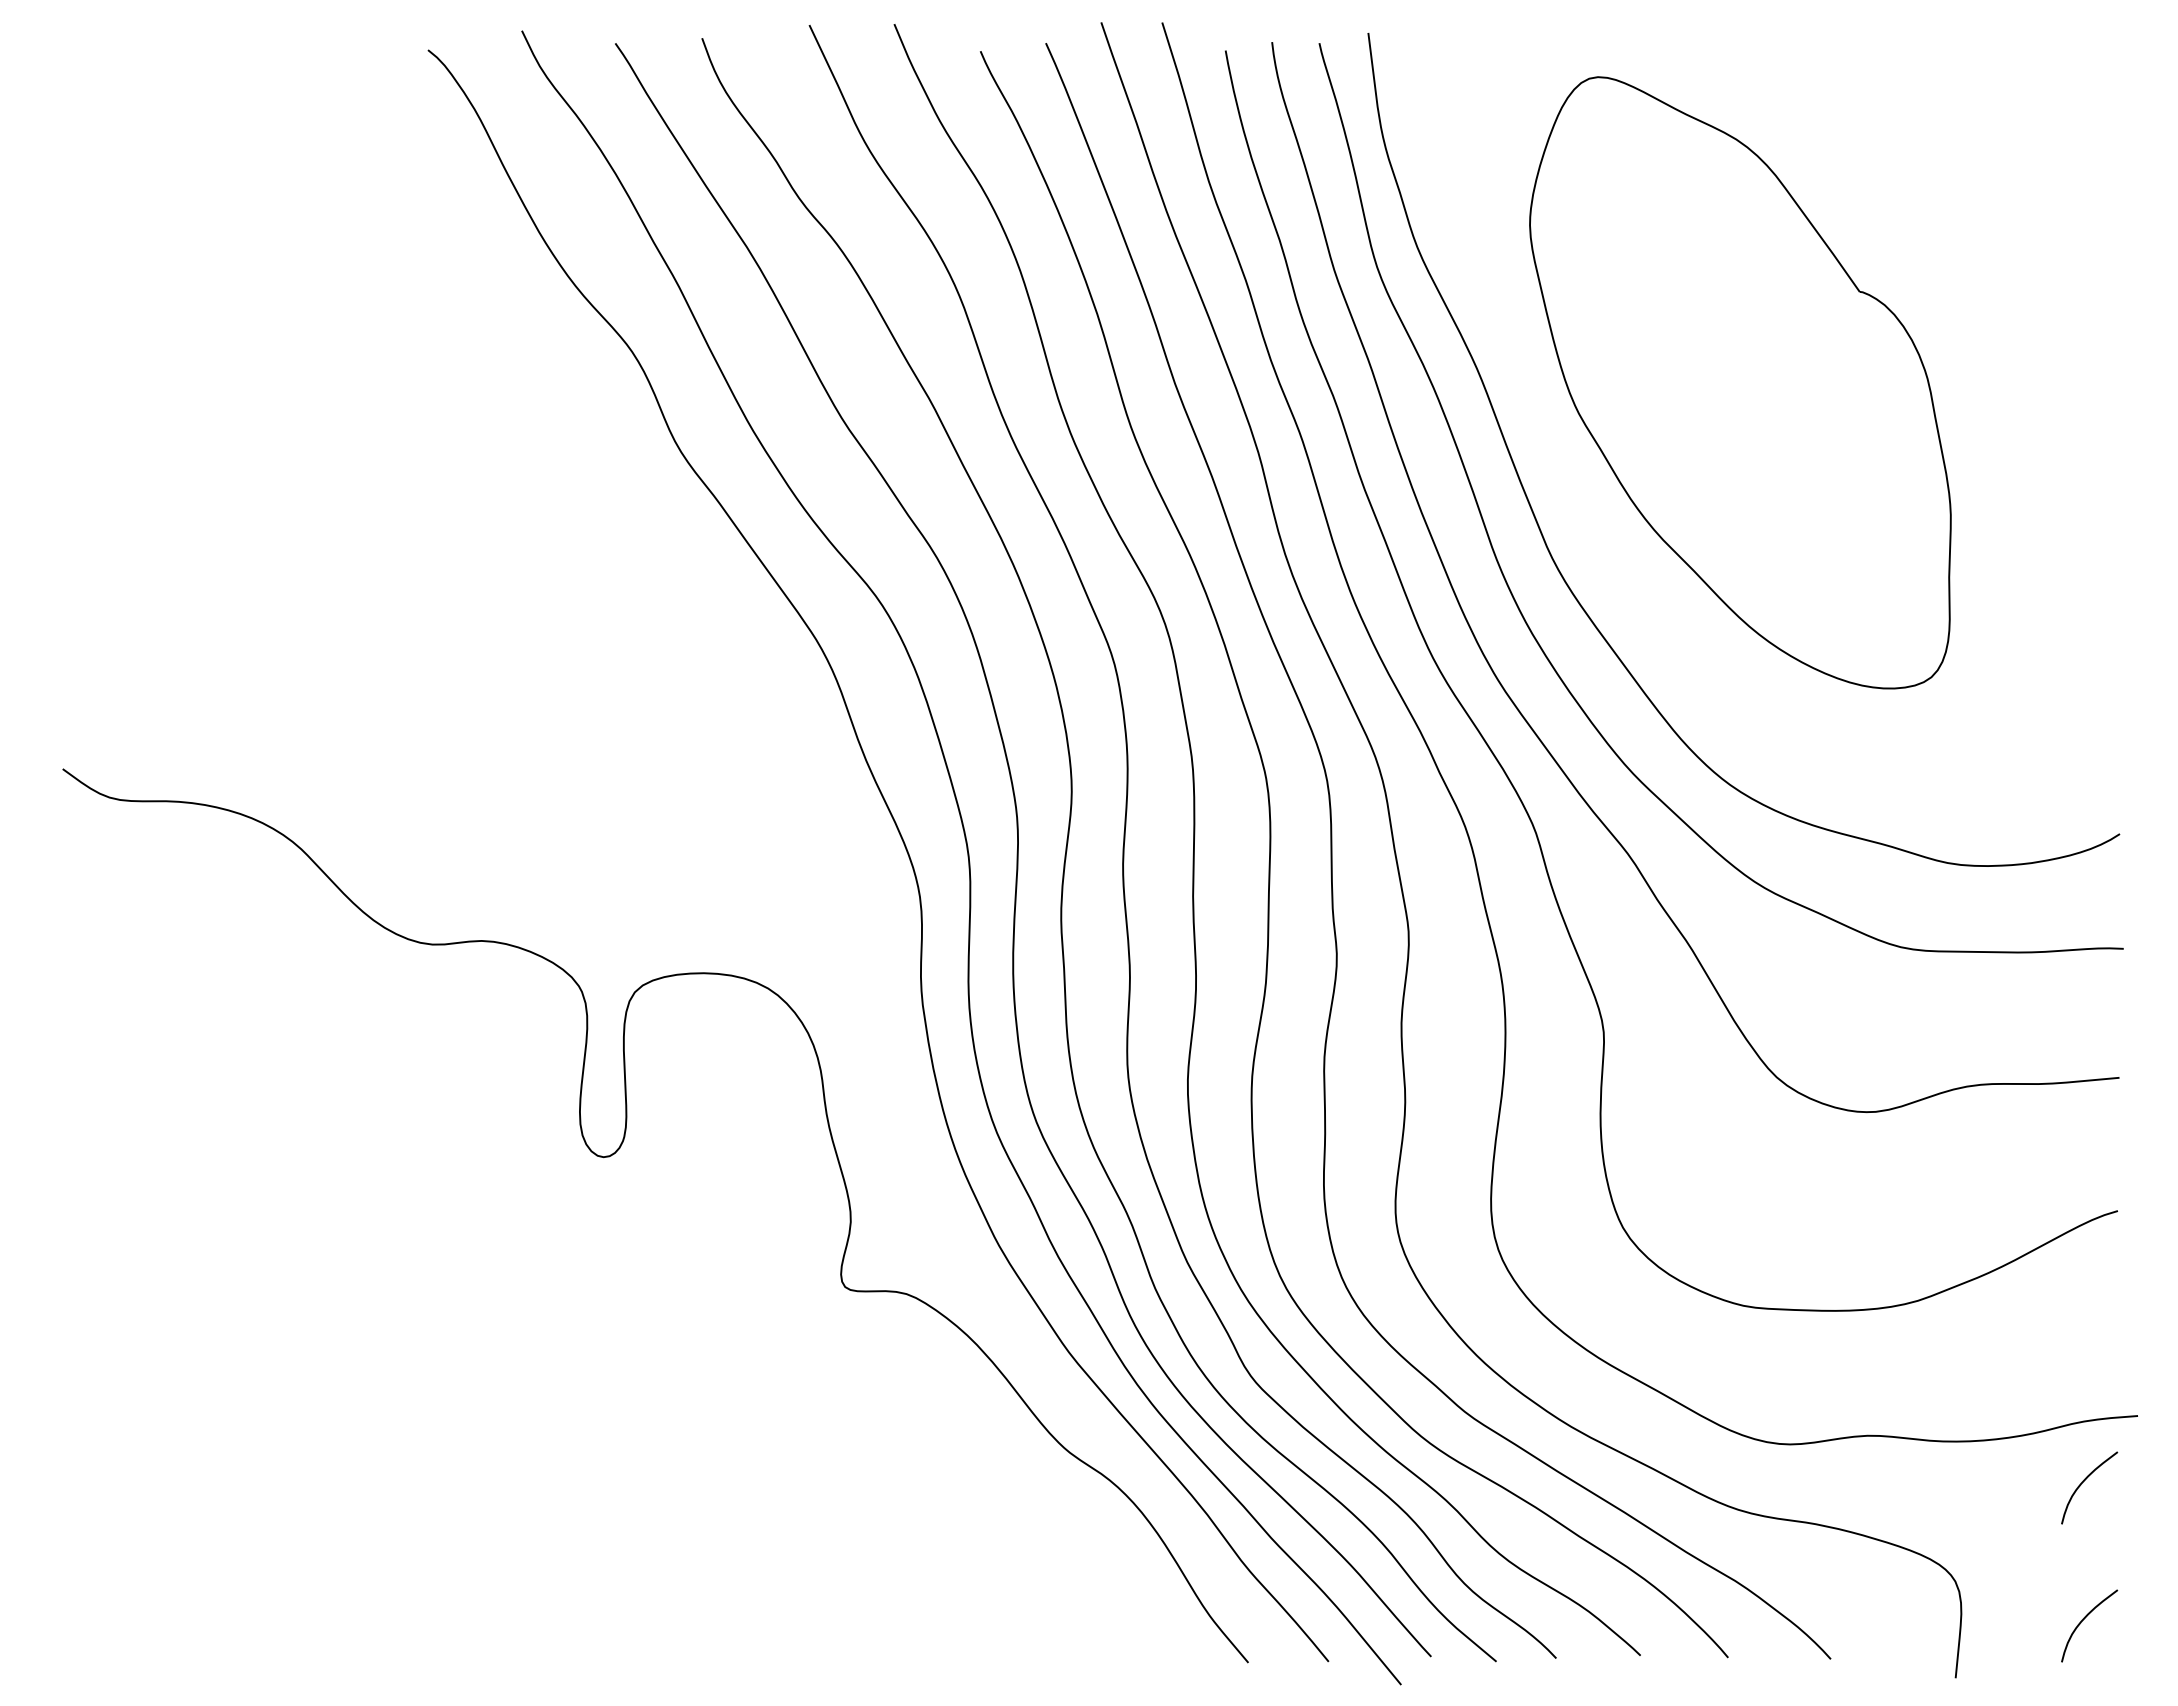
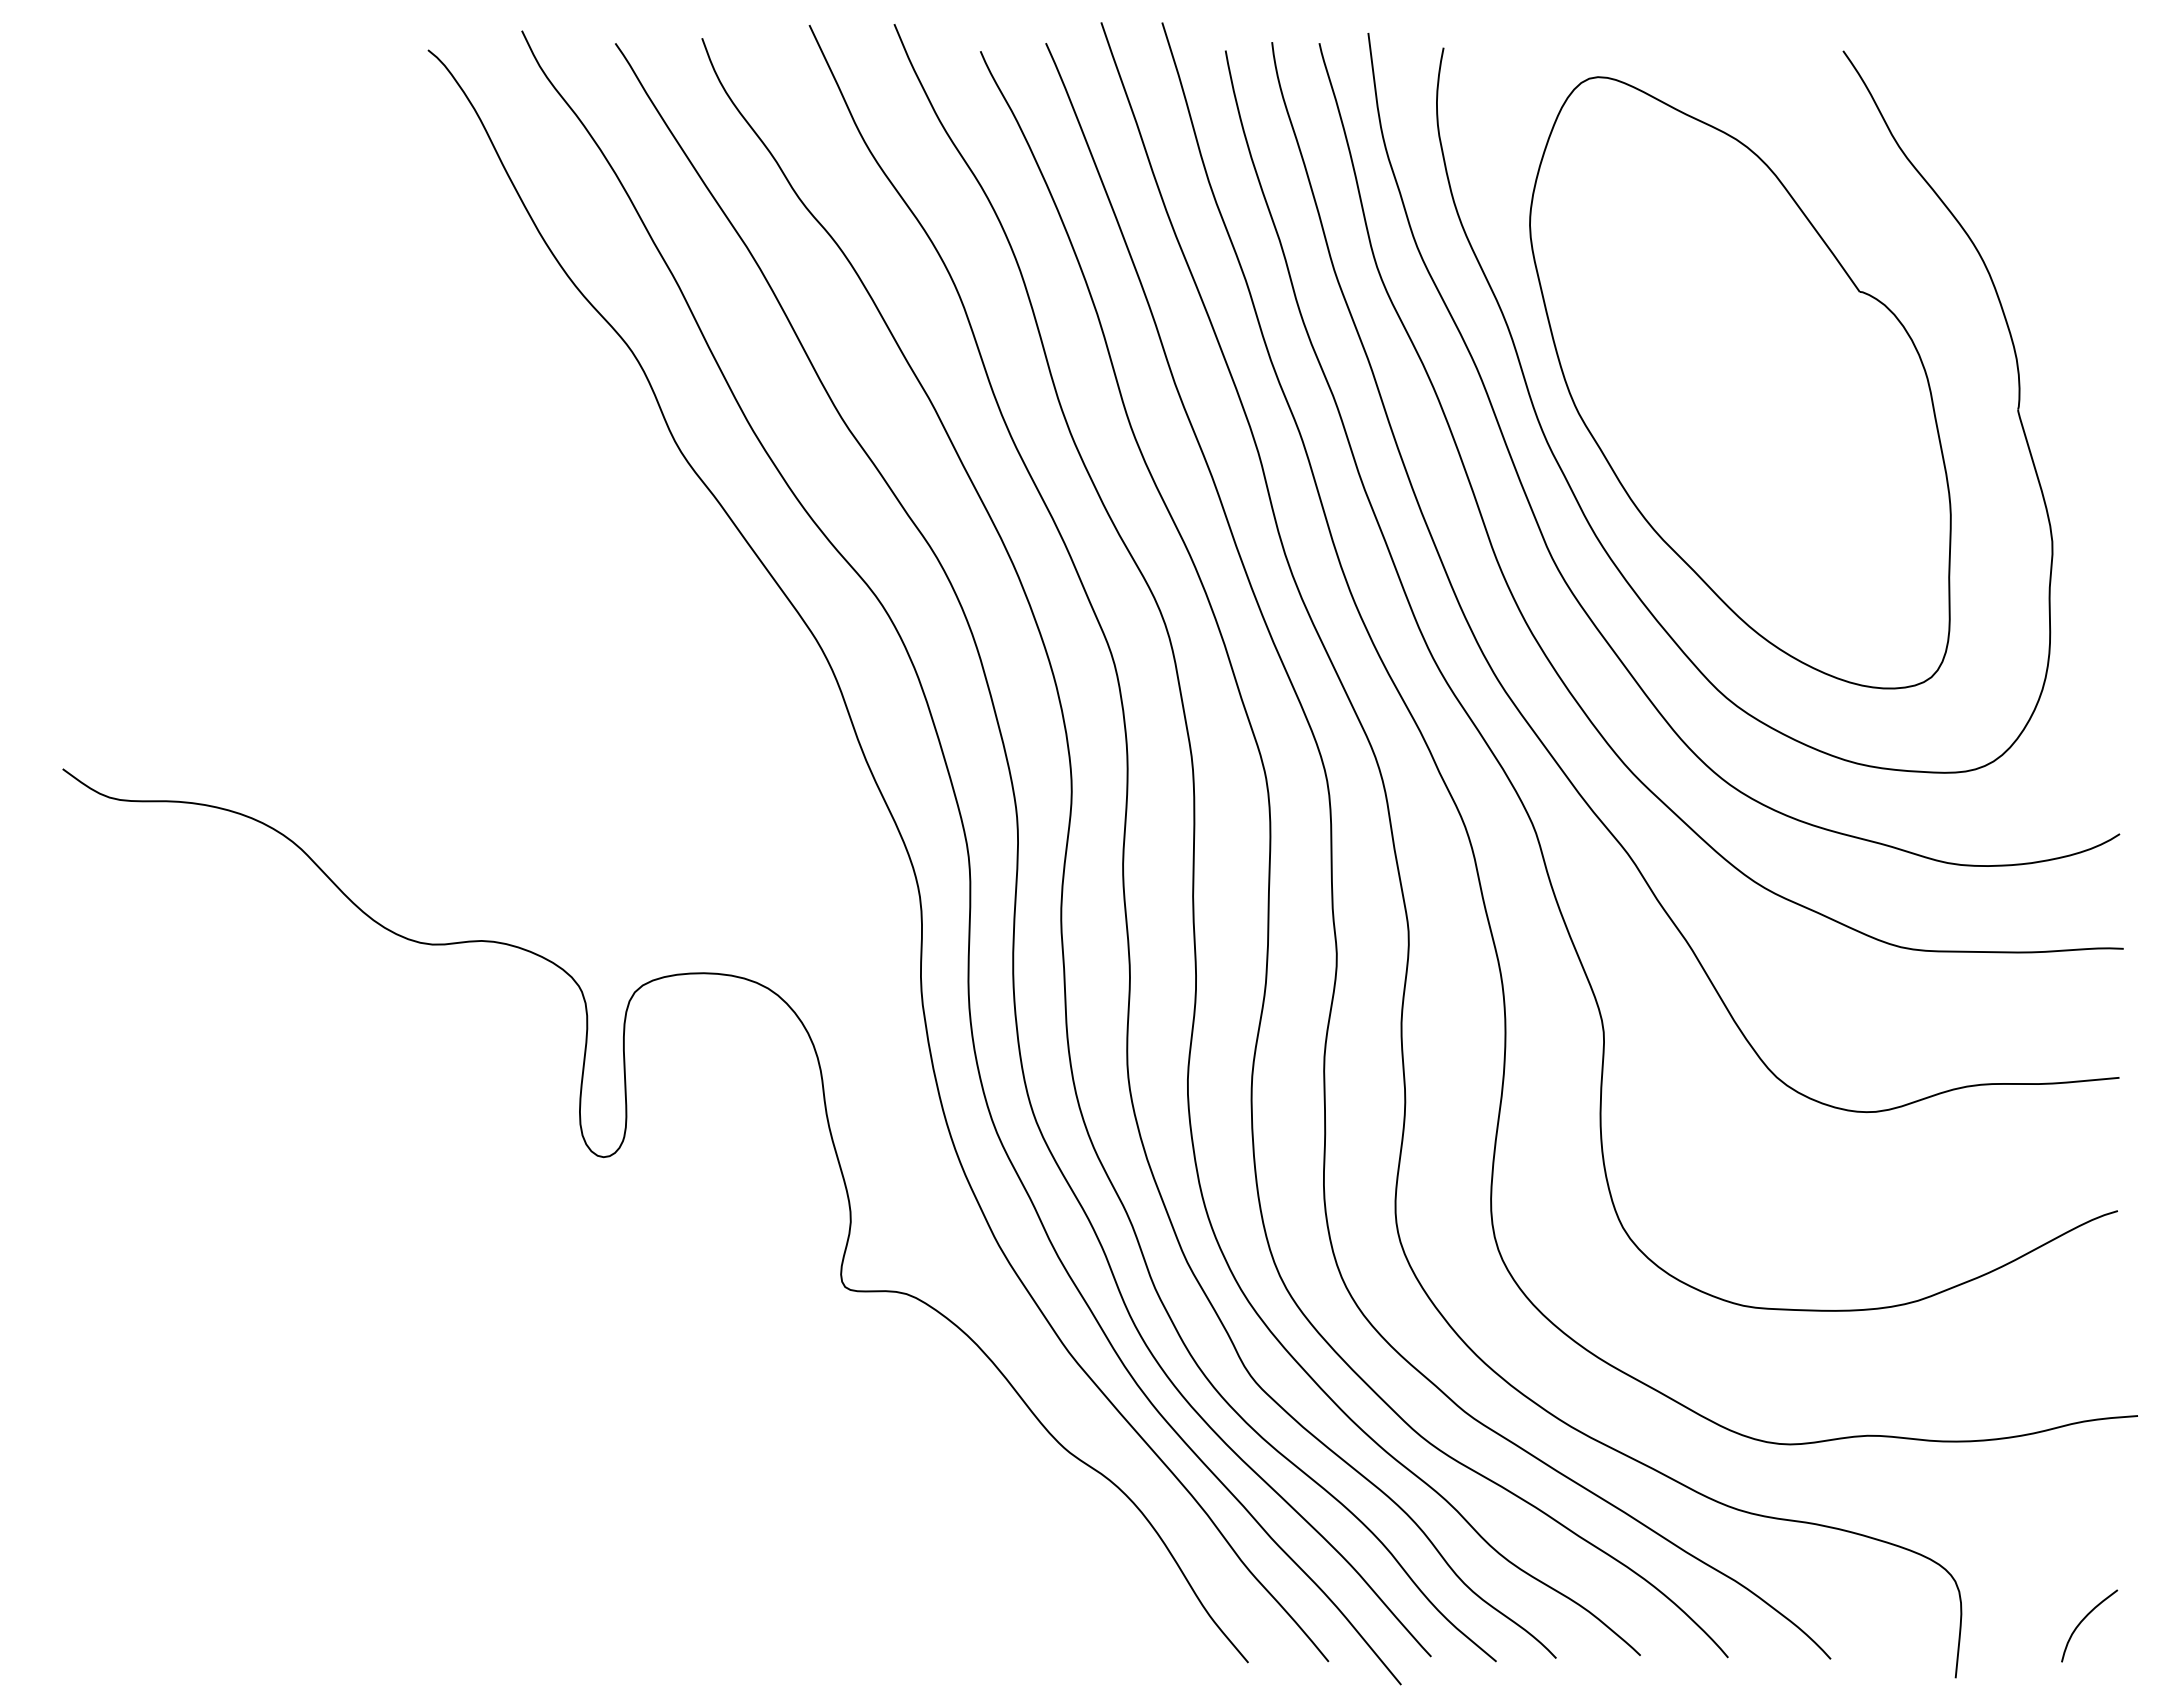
part at (1575, 495): none -> present
curve at (2084, 1481): present -> none
